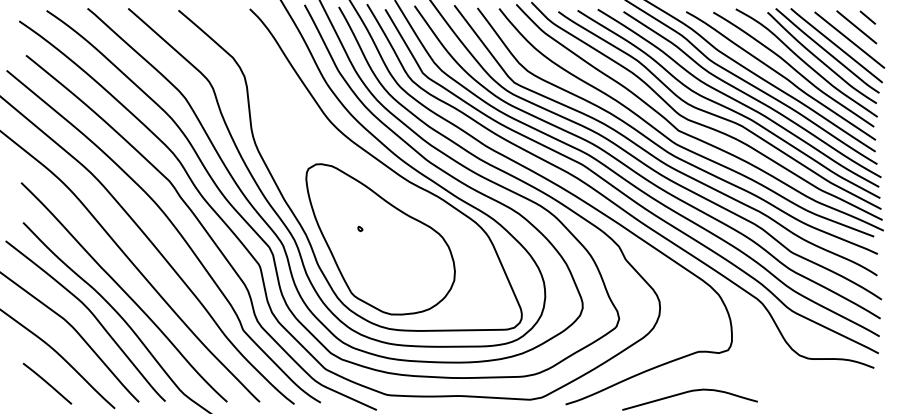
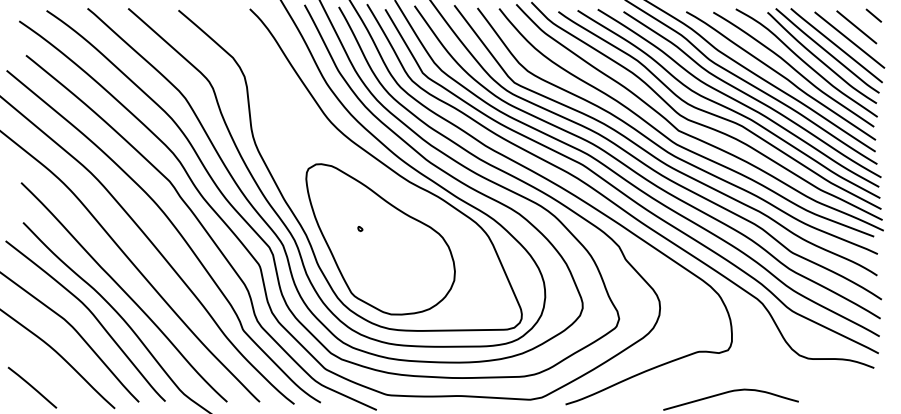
line at (867, 17) position: (867, 17) -> (873, 15)
line at (47, 383) position: (47, 383) -> (32, 387)
curve at (686, 393) position: (686, 393) -> (727, 393)
